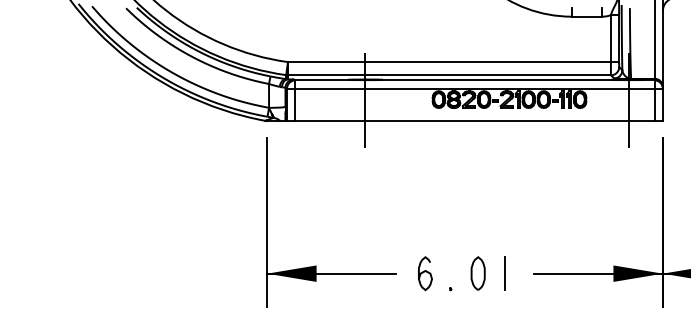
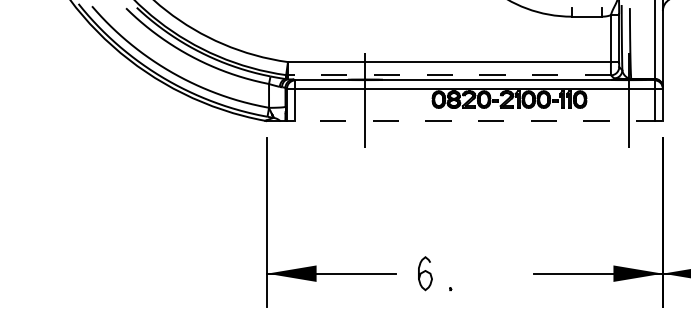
line at (449, 75): solid -> dashed
line at (465, 121): solid -> dashed
part at (477, 273): present -> none
line at (504, 273): present -> none
